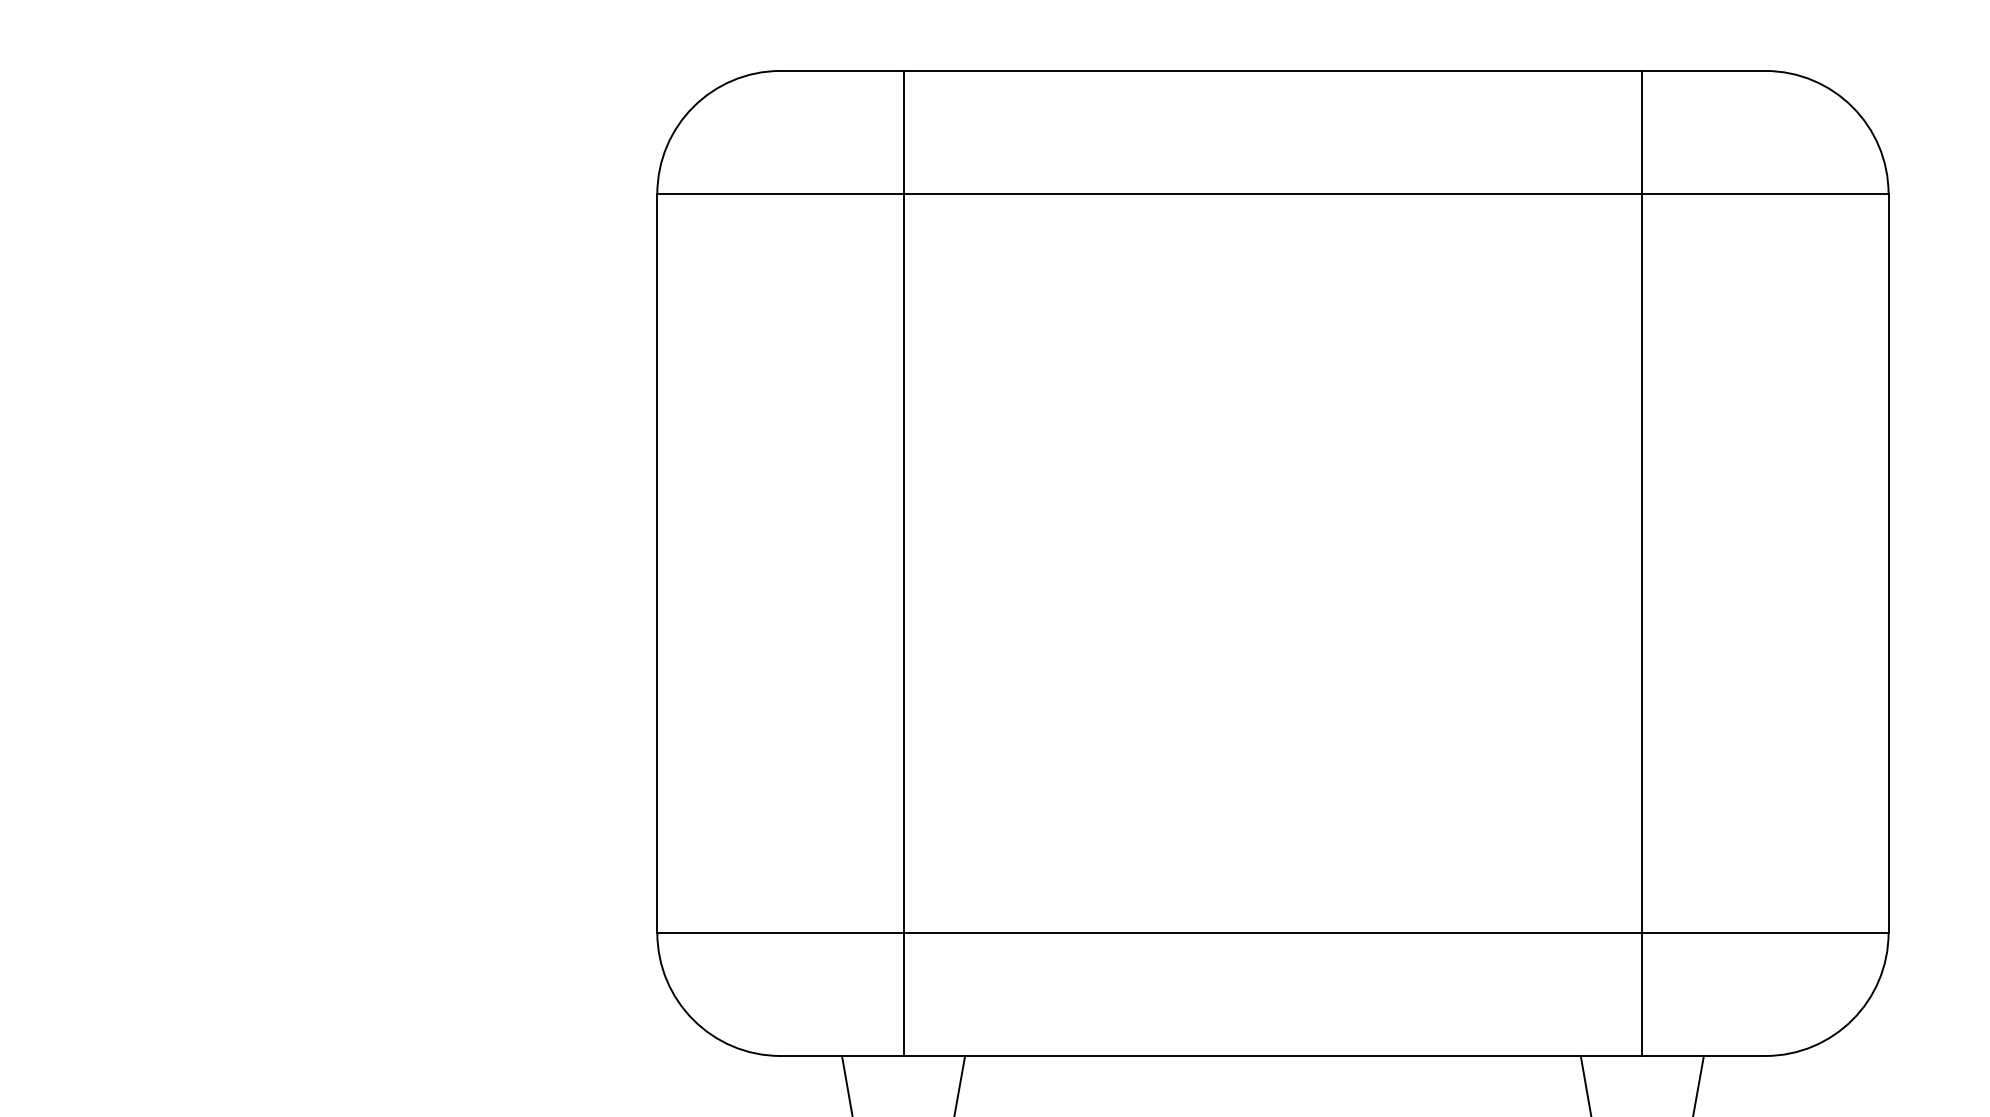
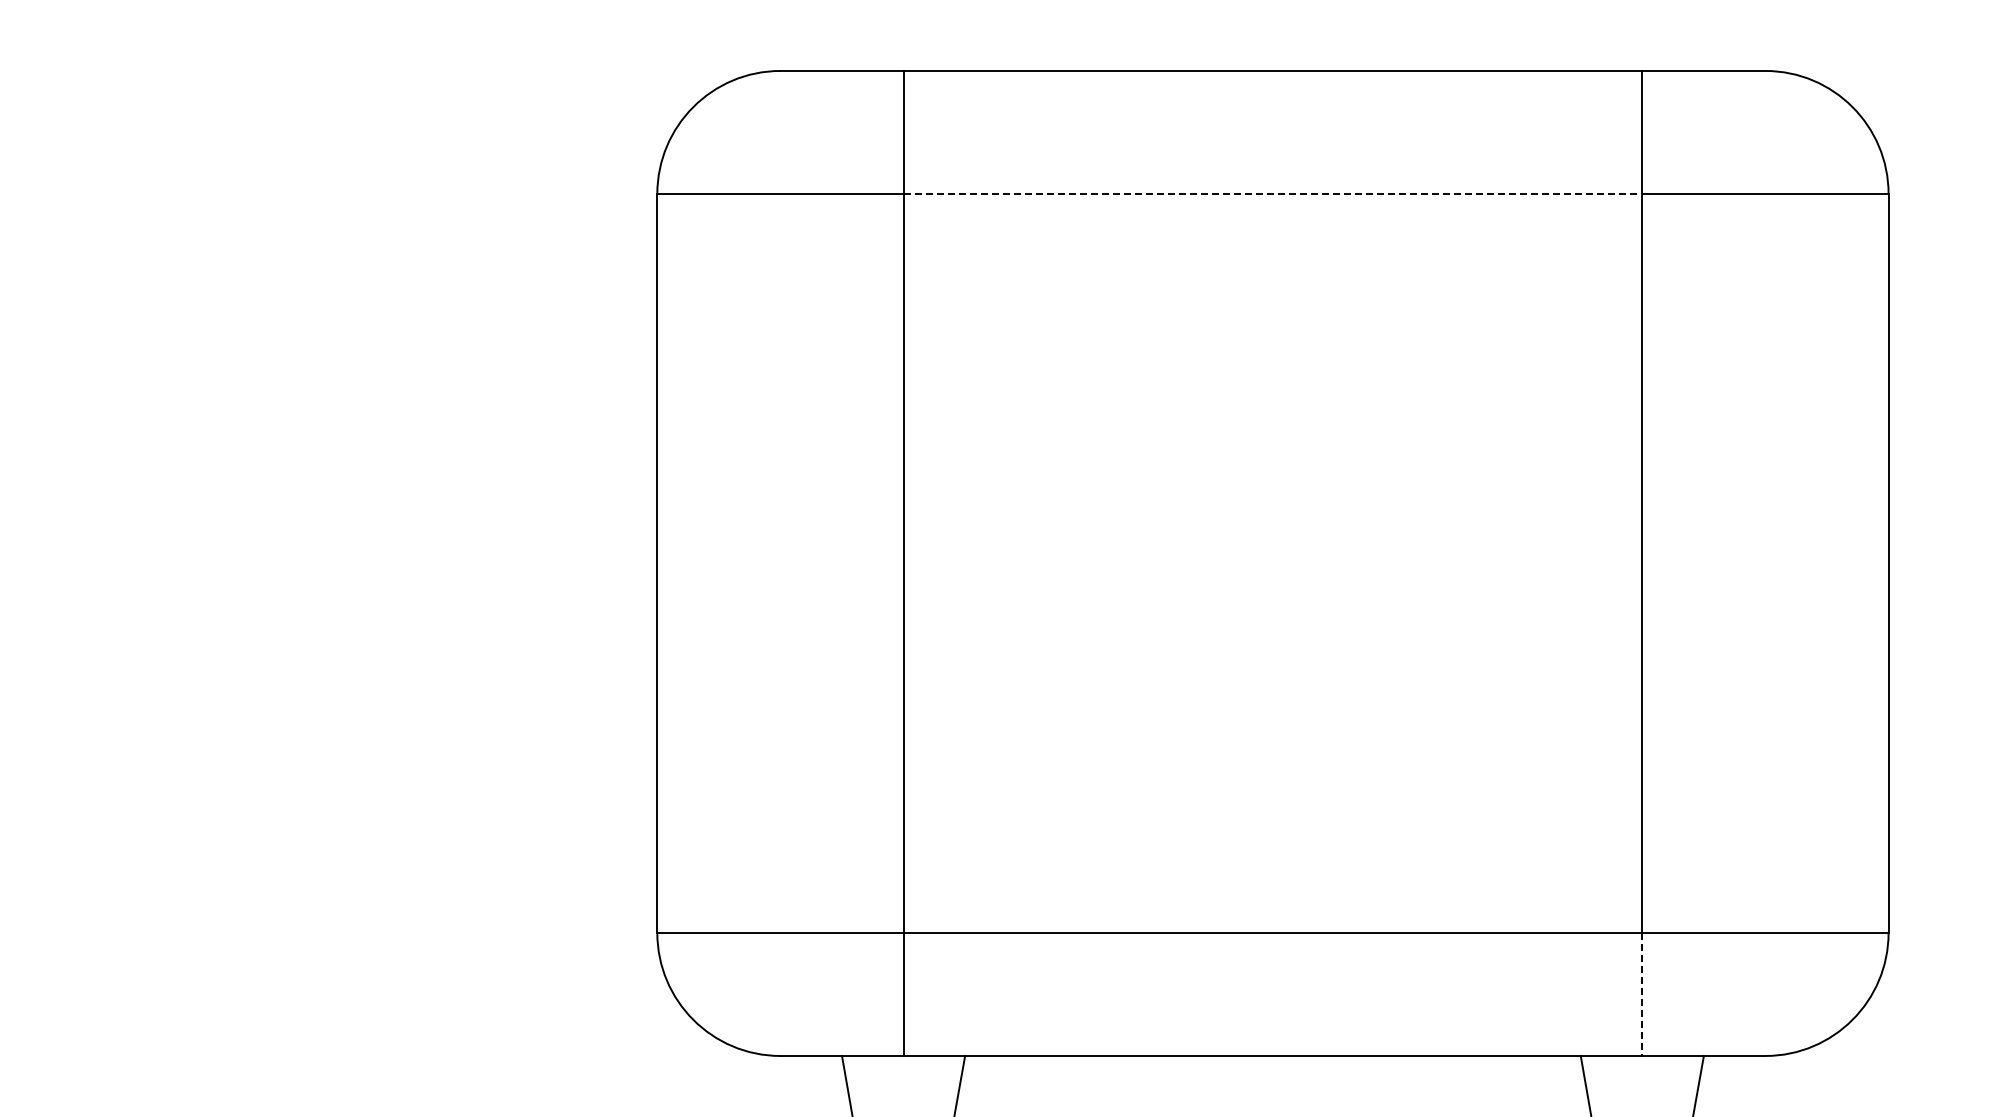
line at (1273, 194): solid -> dashed
line at (1642, 994): solid -> dashed
